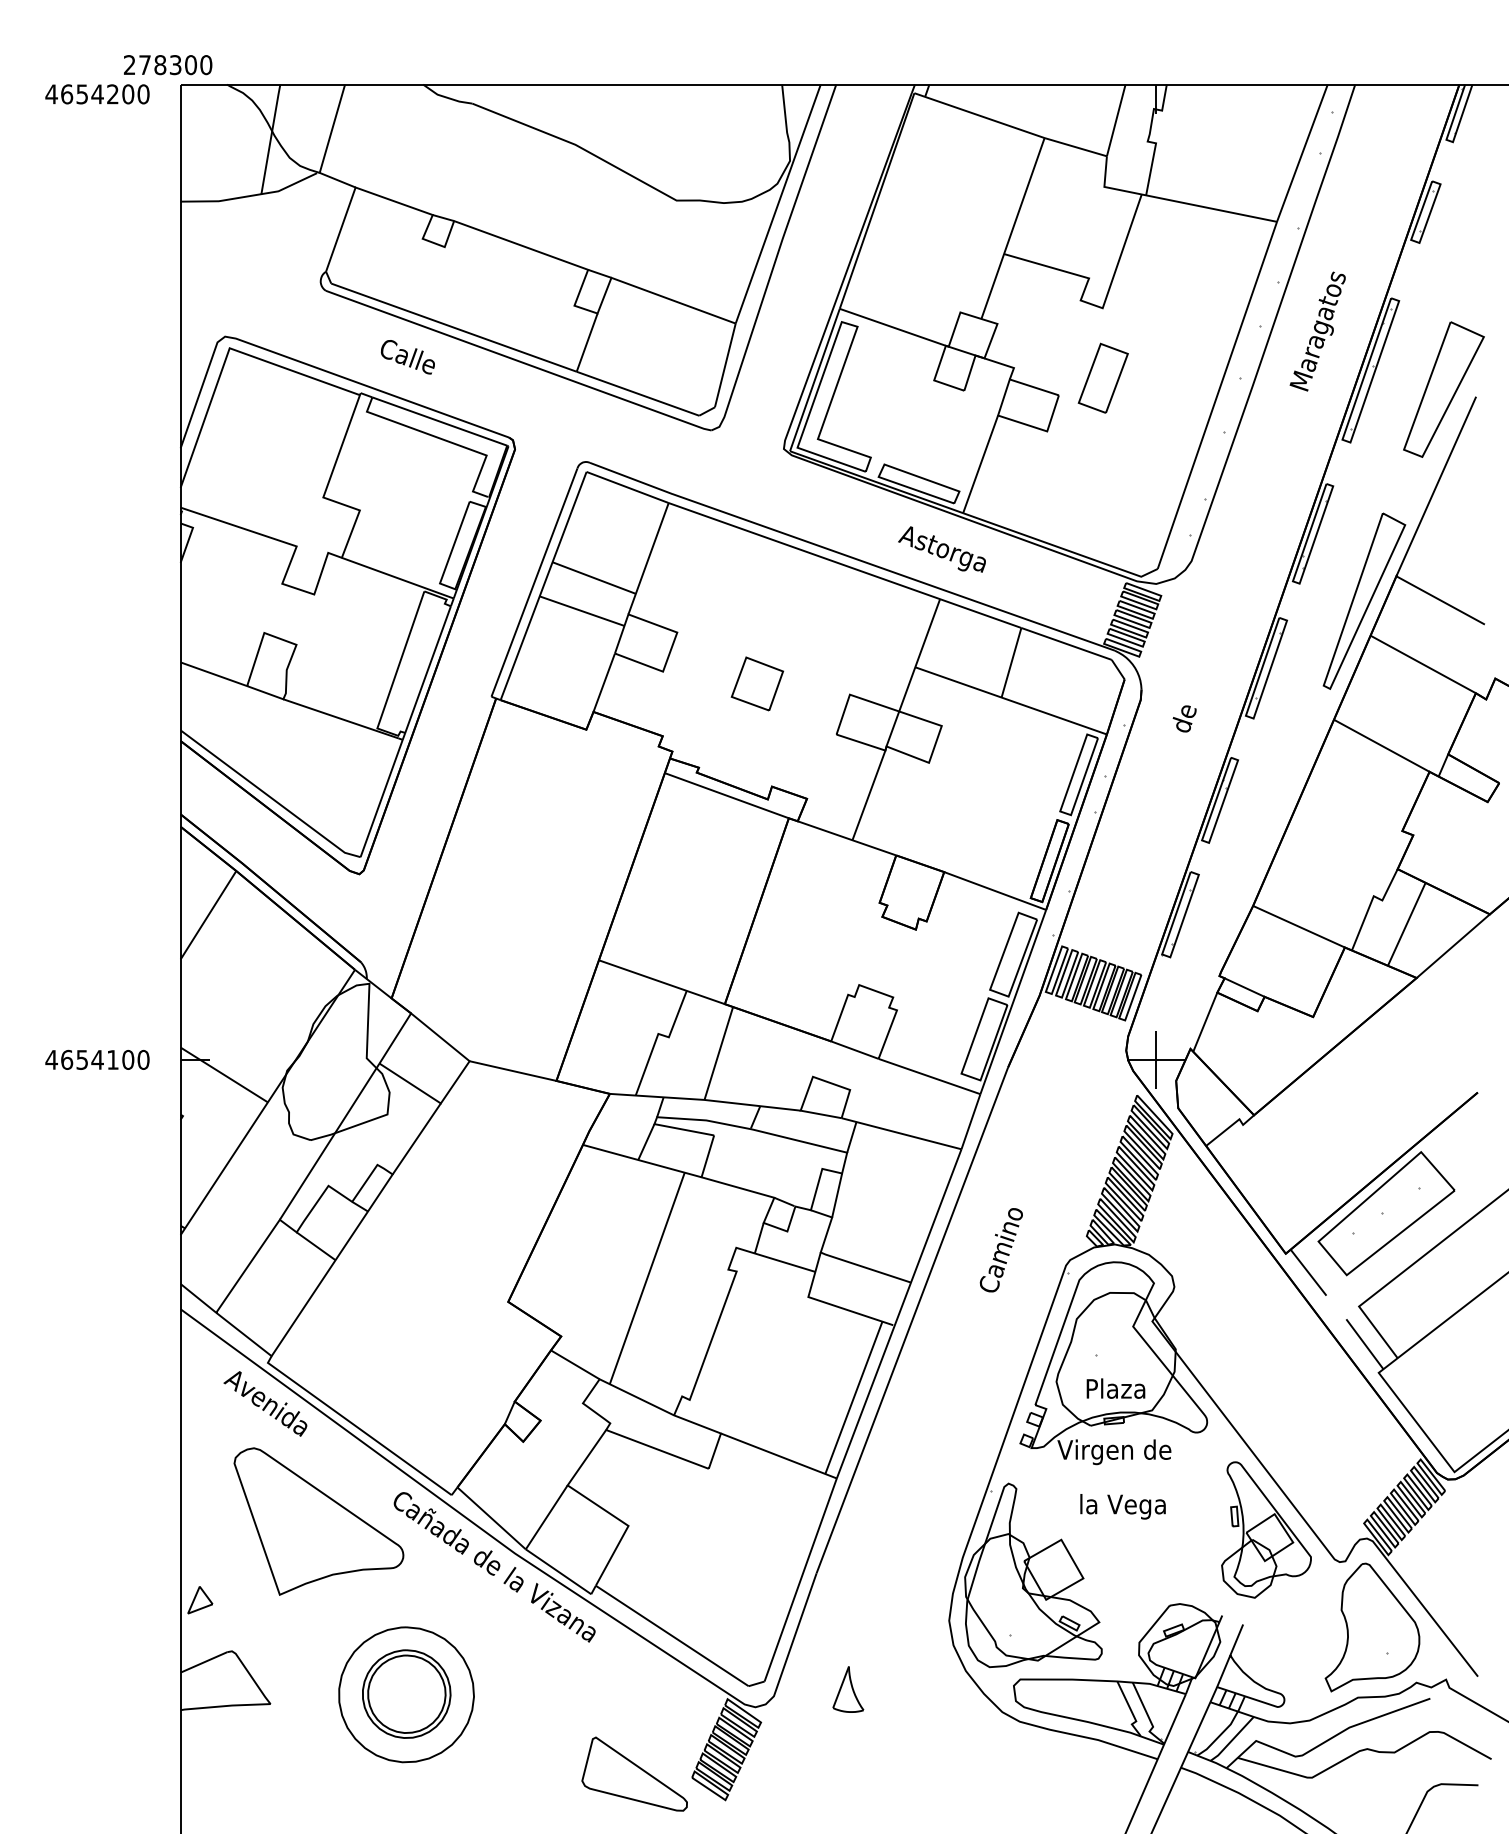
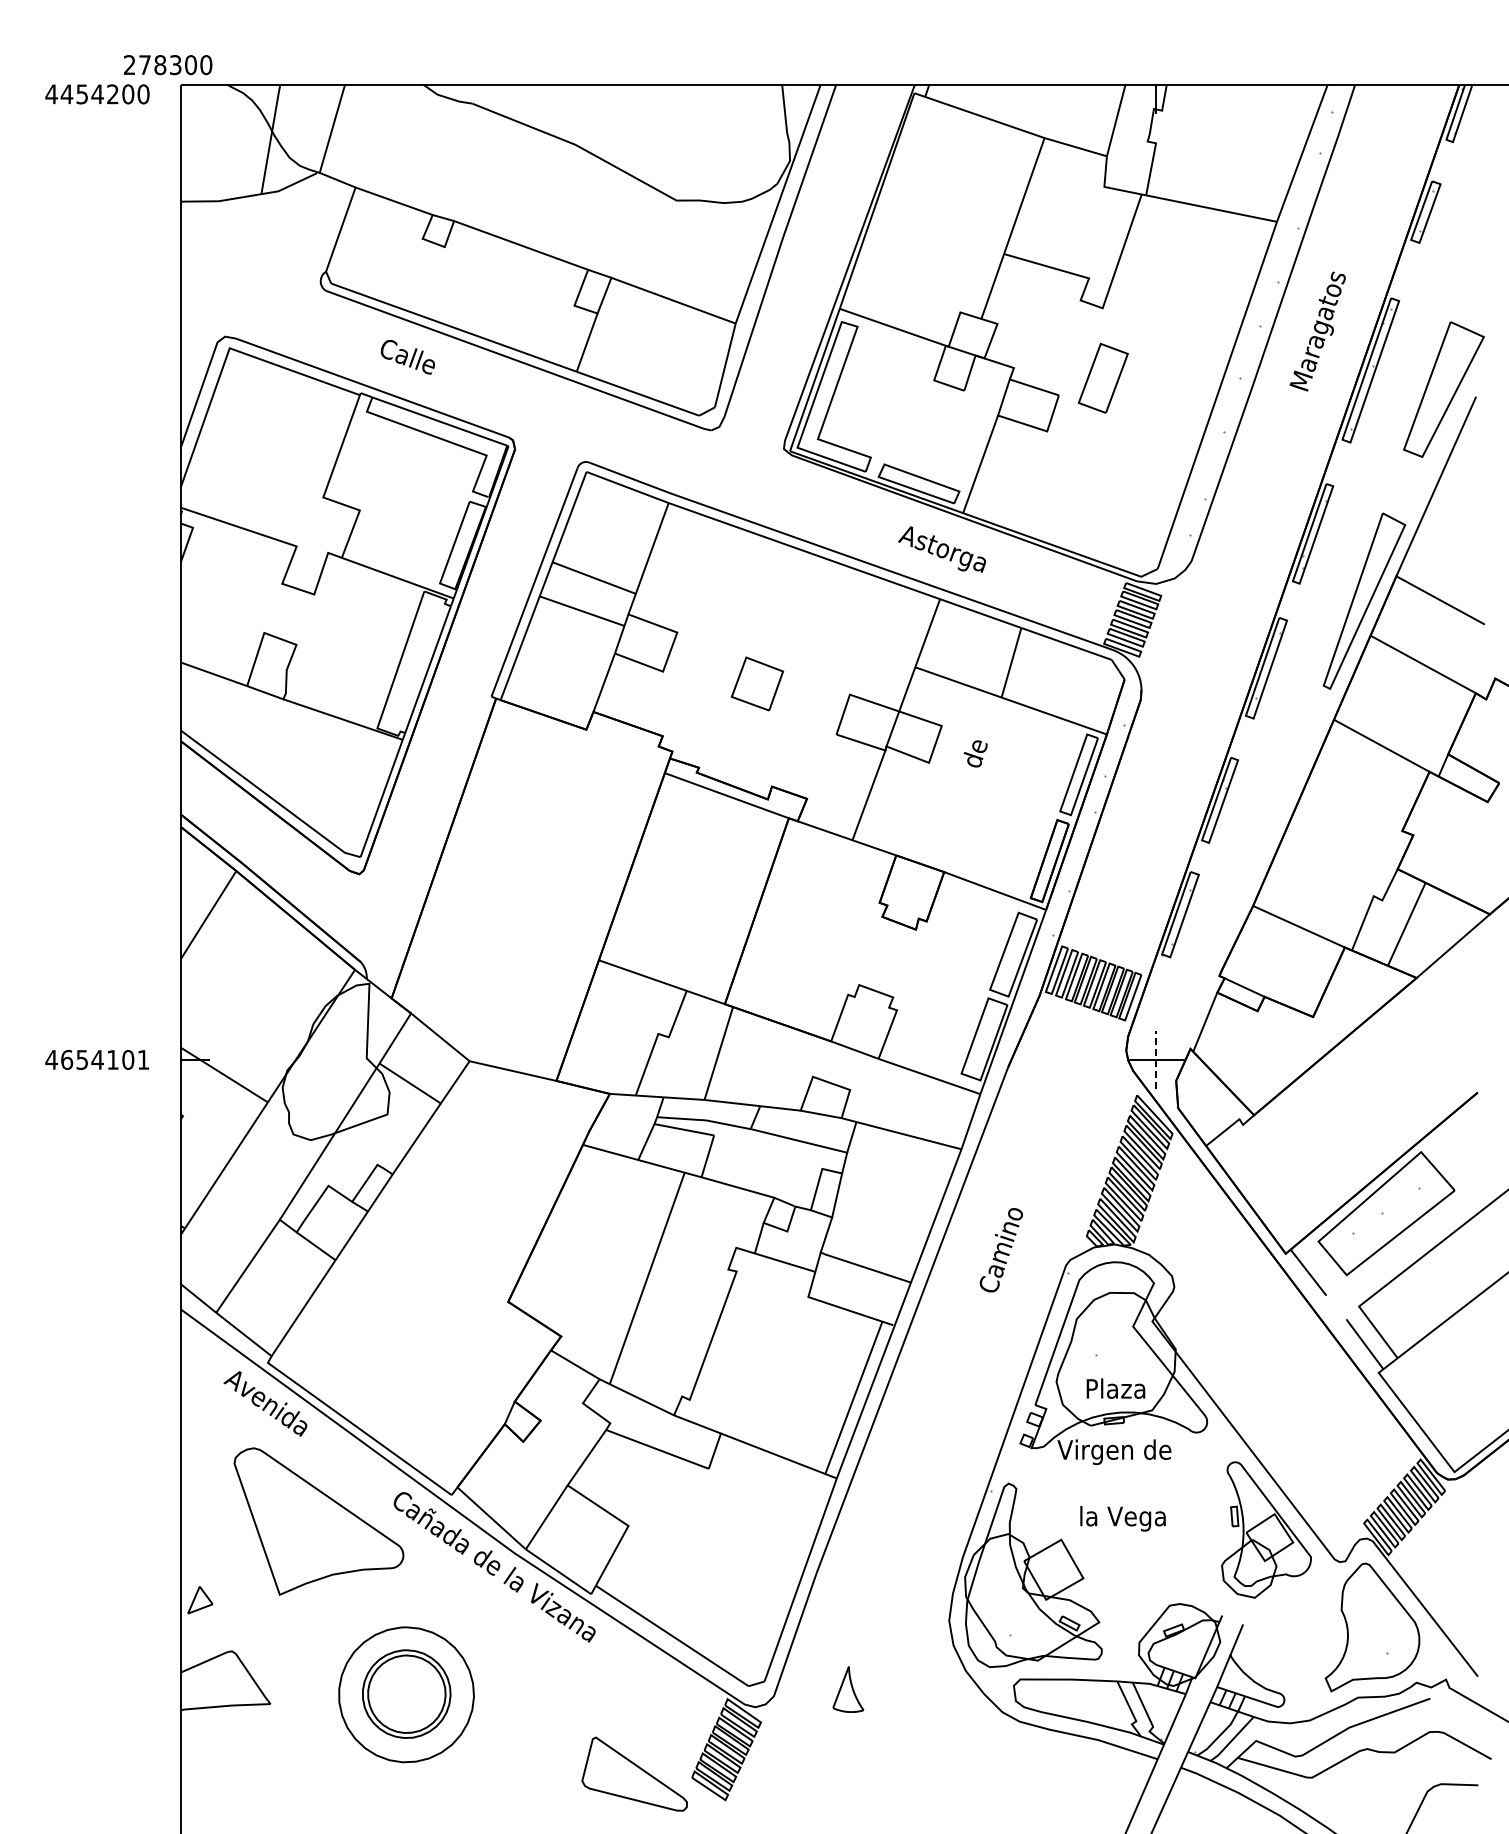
text at (66, 94): 4654200 -> 4454200
text at (1184, 718) position: (1184, 718) -> (975, 753)
text at (143, 1059): 4654100 -> 4654101
line at (1155, 1059): solid -> dashed
text at (1122, 1506) position: (1122, 1506) -> (1122, 1518)
